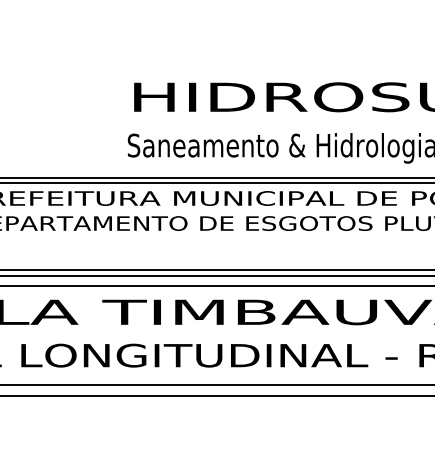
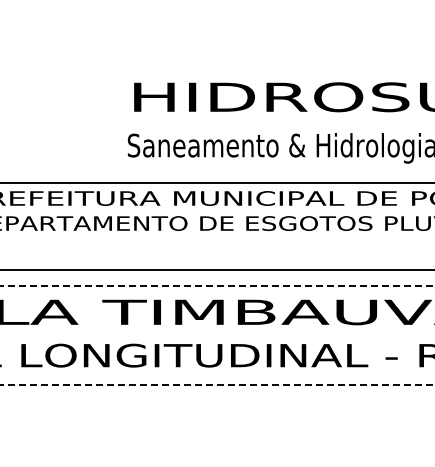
line at (216, 177): present -> none
line at (216, 275): present -> none
line at (218, 286): solid -> dashed
line at (218, 384): solid -> dashed
line at (216, 396): present -> none
